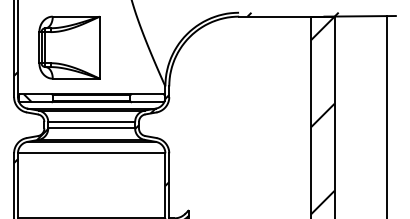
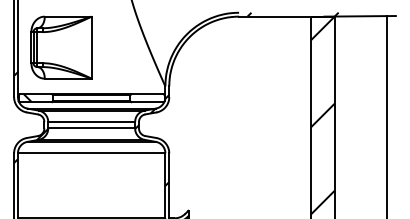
part at (69, 47) position: (69, 47) -> (61, 47)
